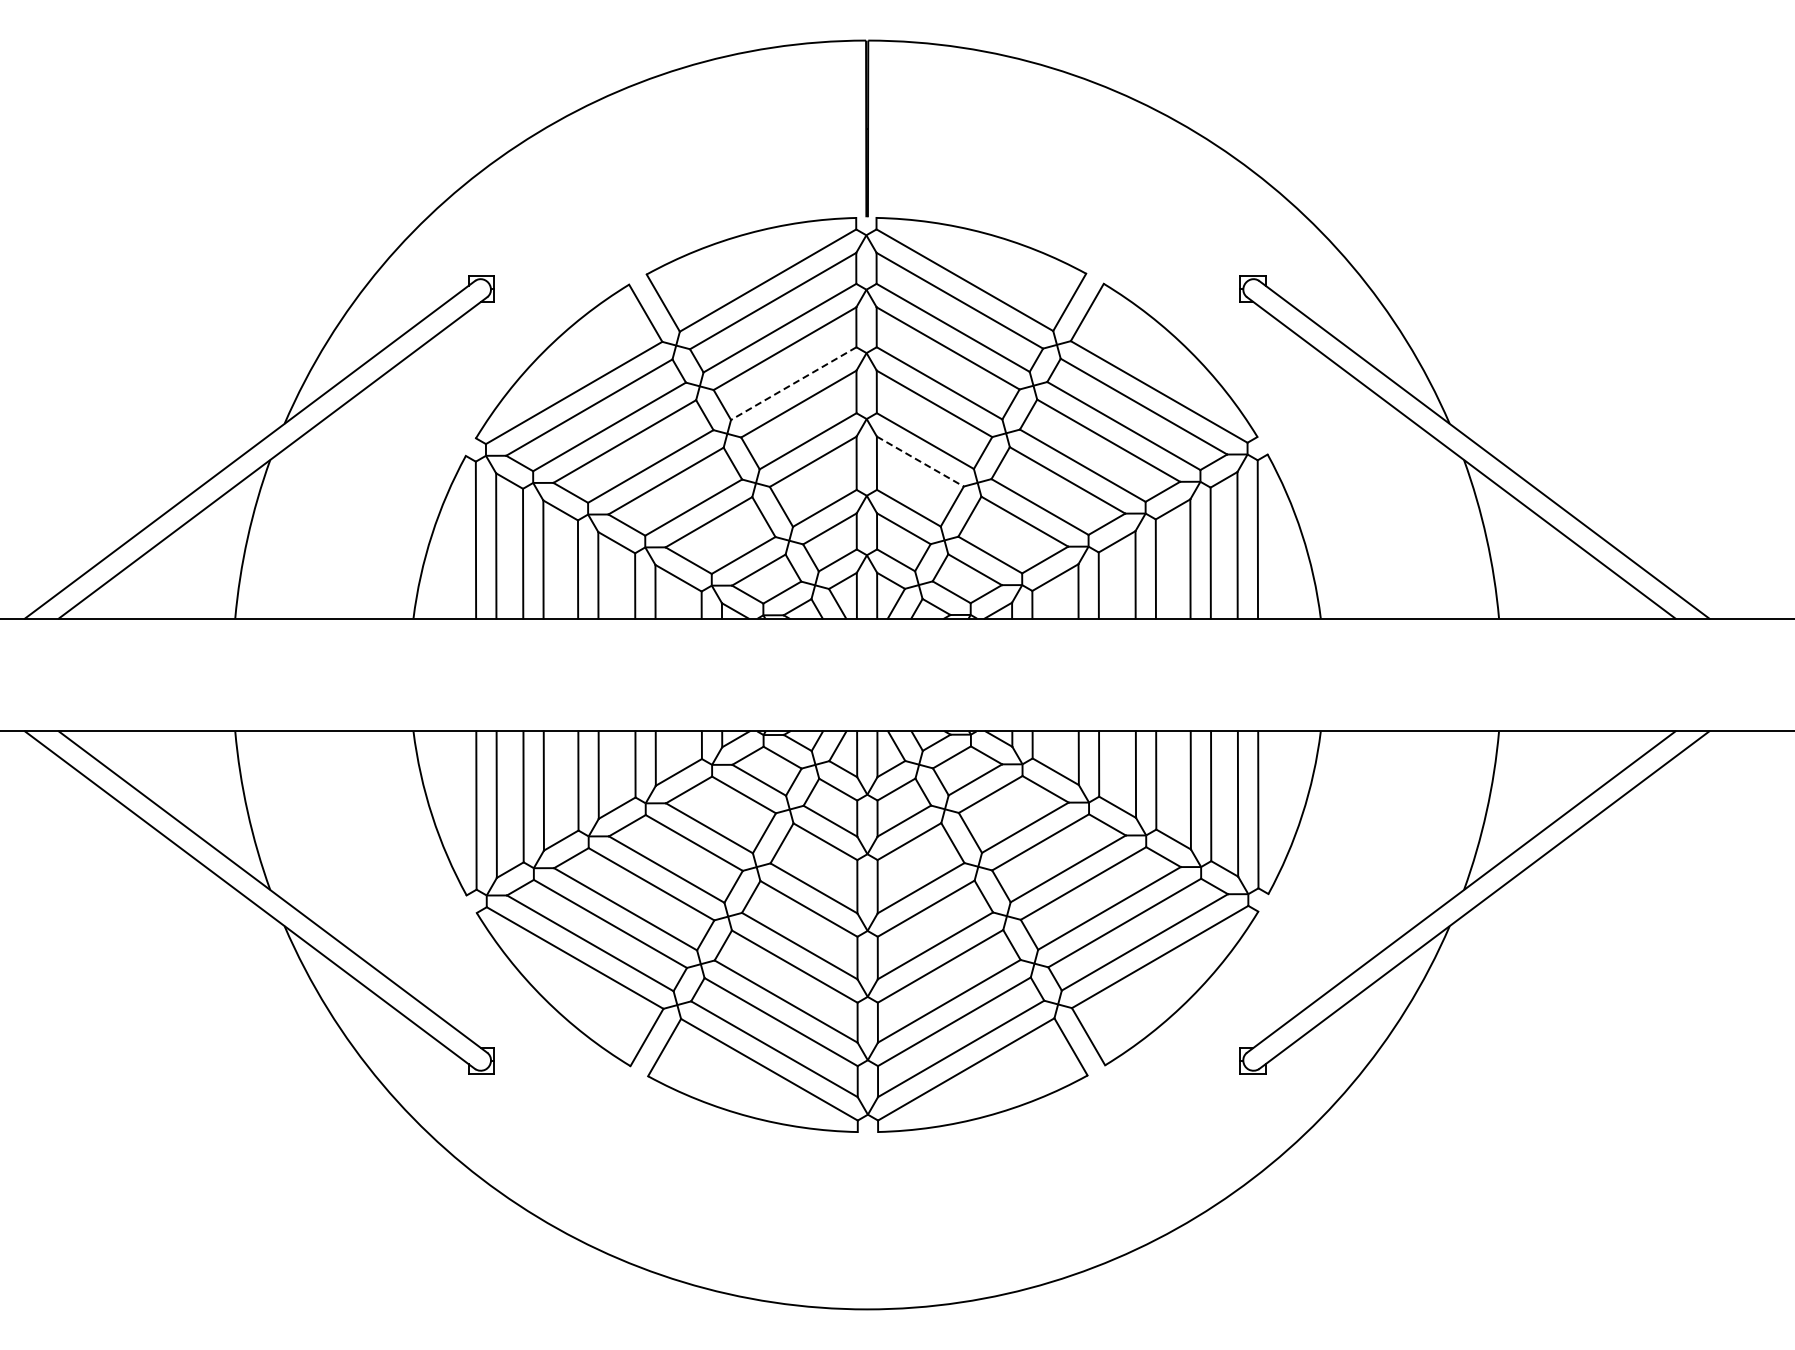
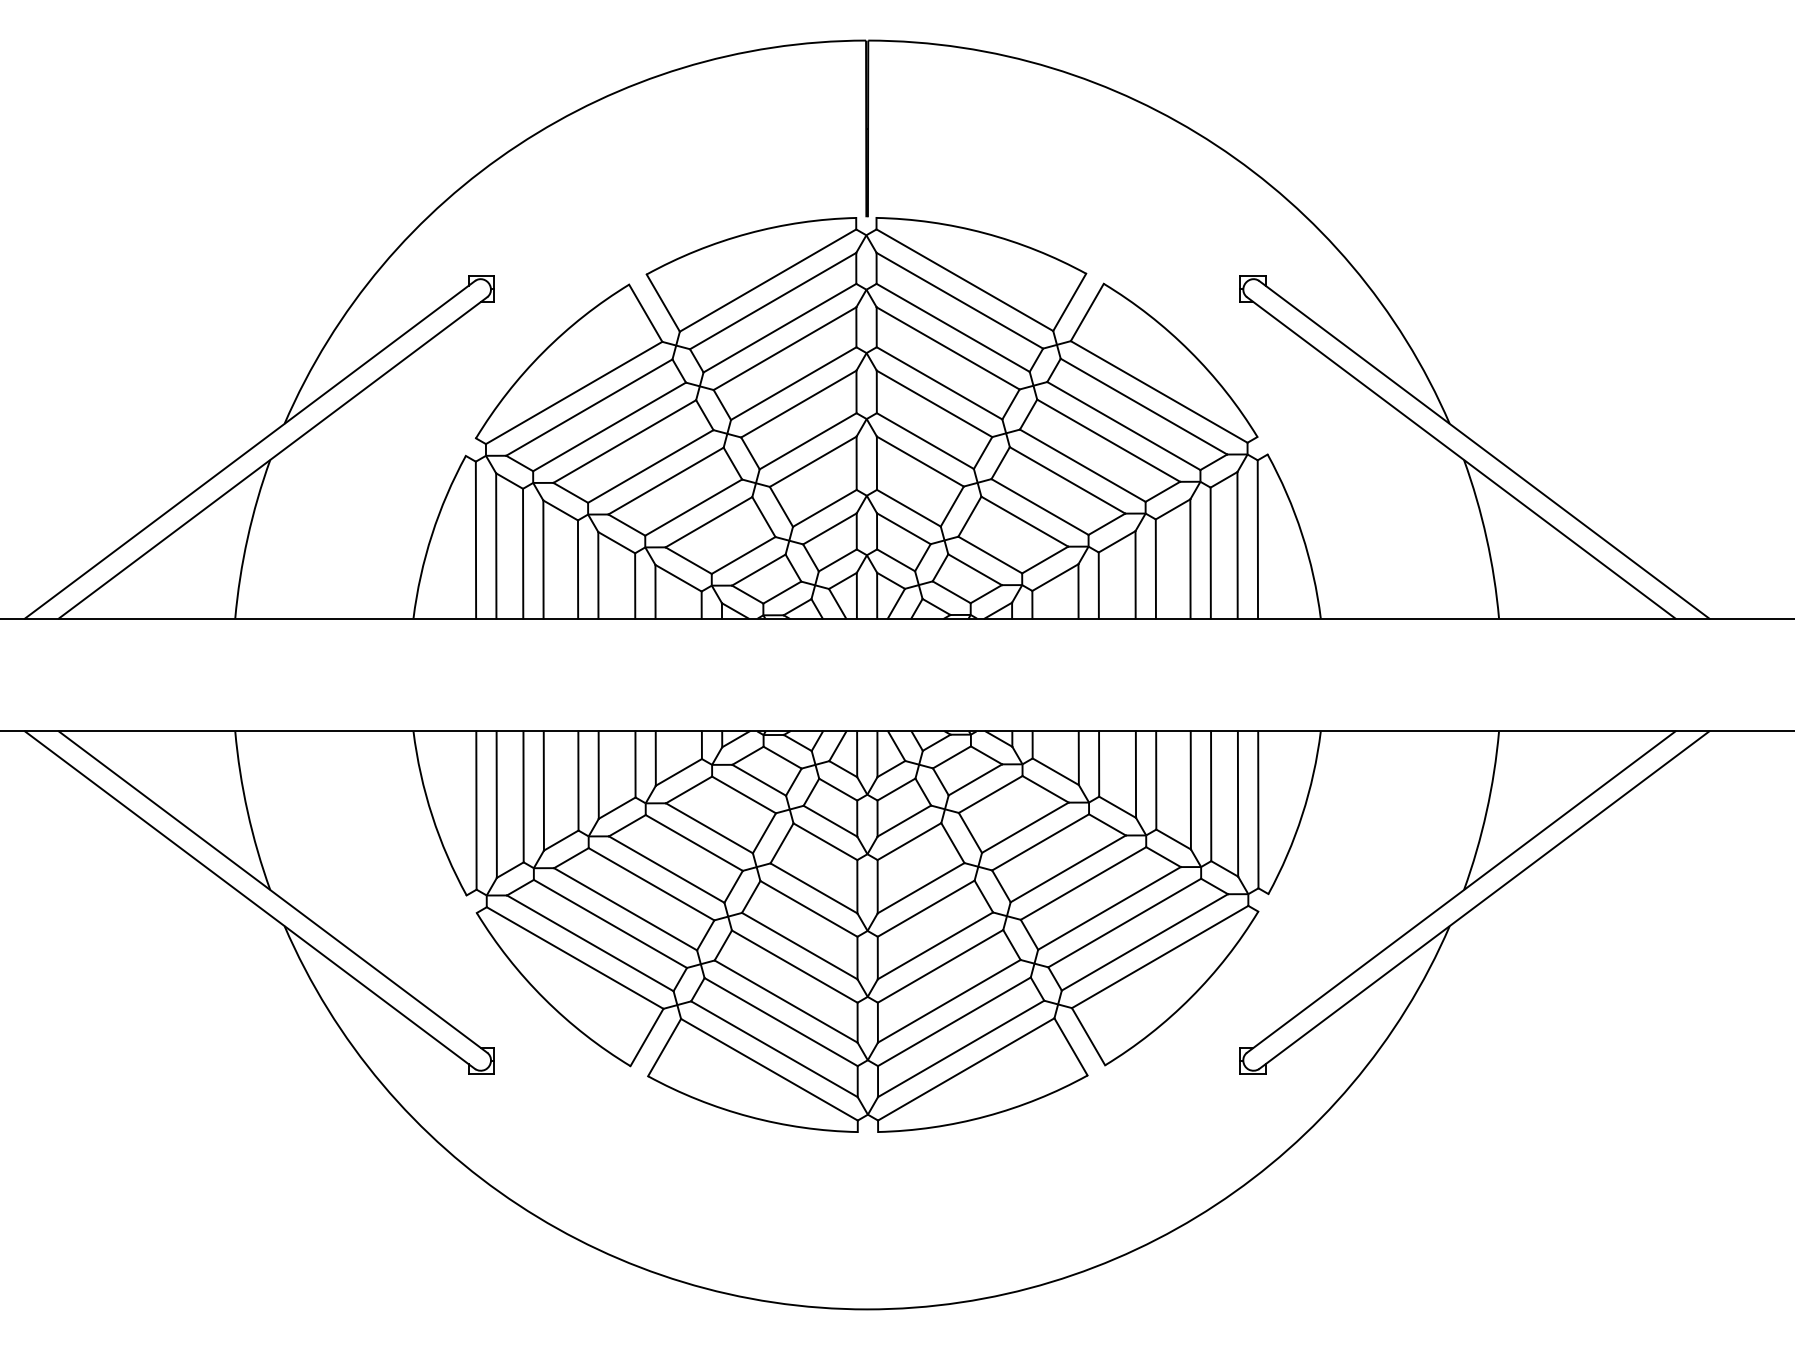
line at (793, 383): dashed -> solid
line at (920, 461): dashed -> solid
